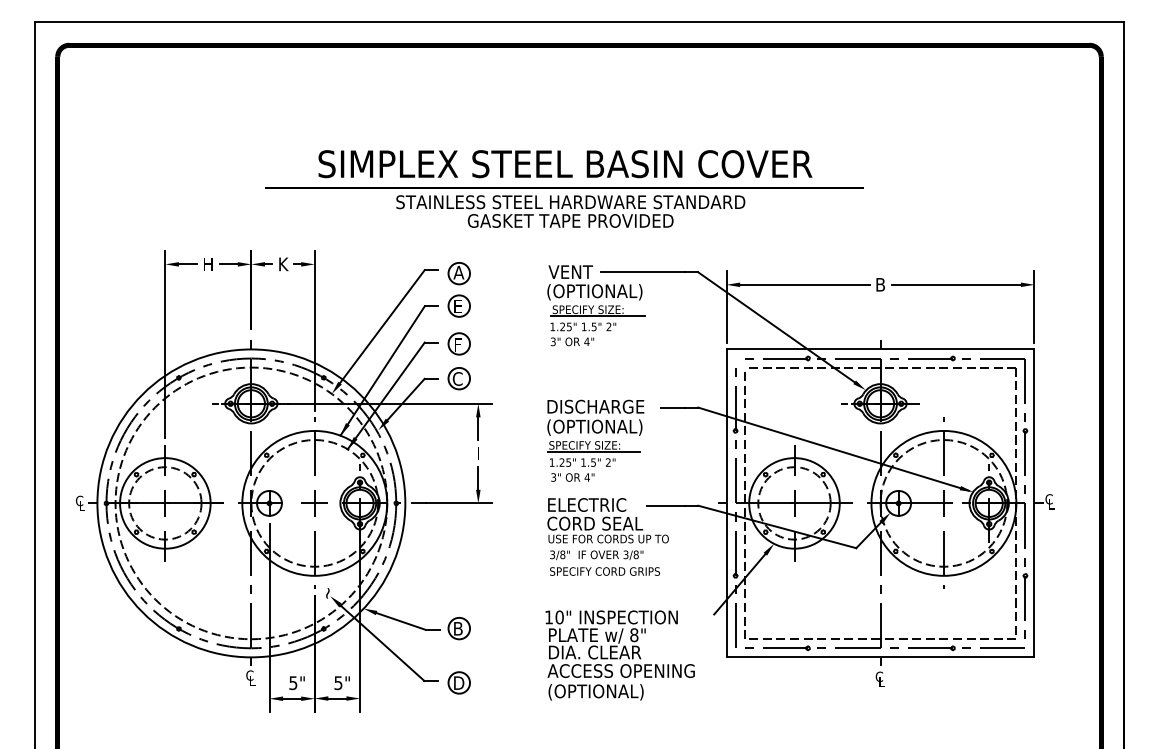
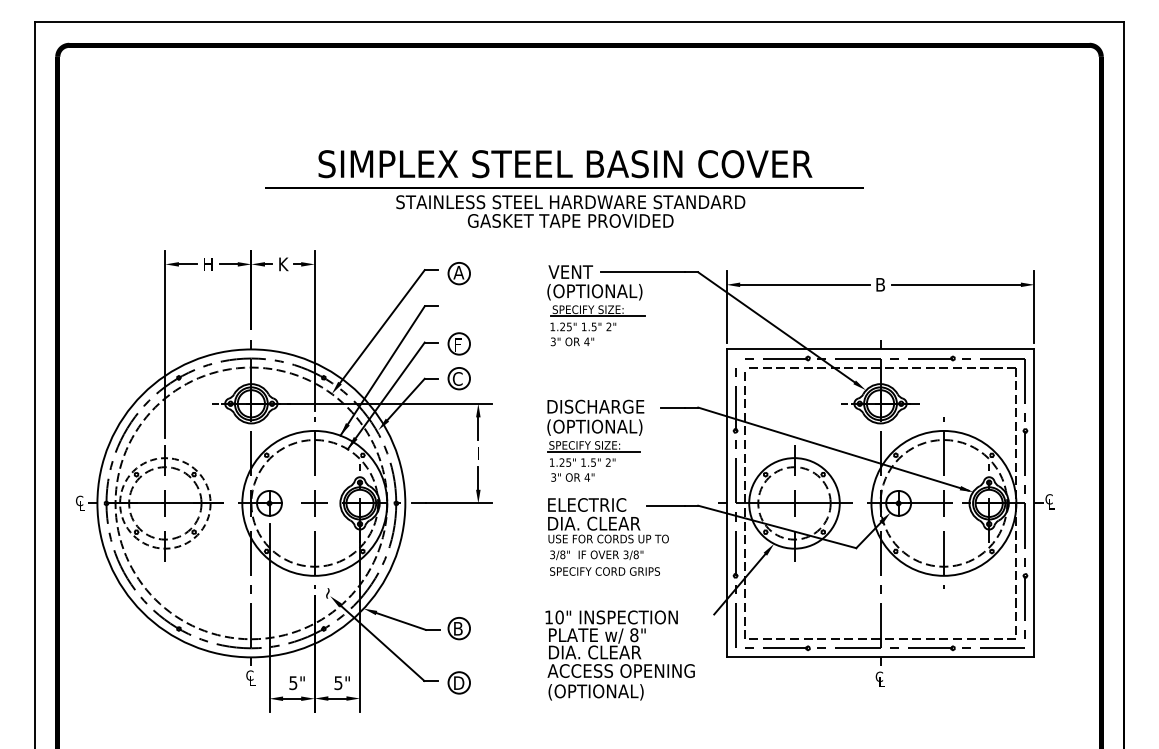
part at (458, 305): present -> none
circle at (165, 503): solid -> dashed
text at (595, 523): CORD SEAL -> DIA. CLEAR
